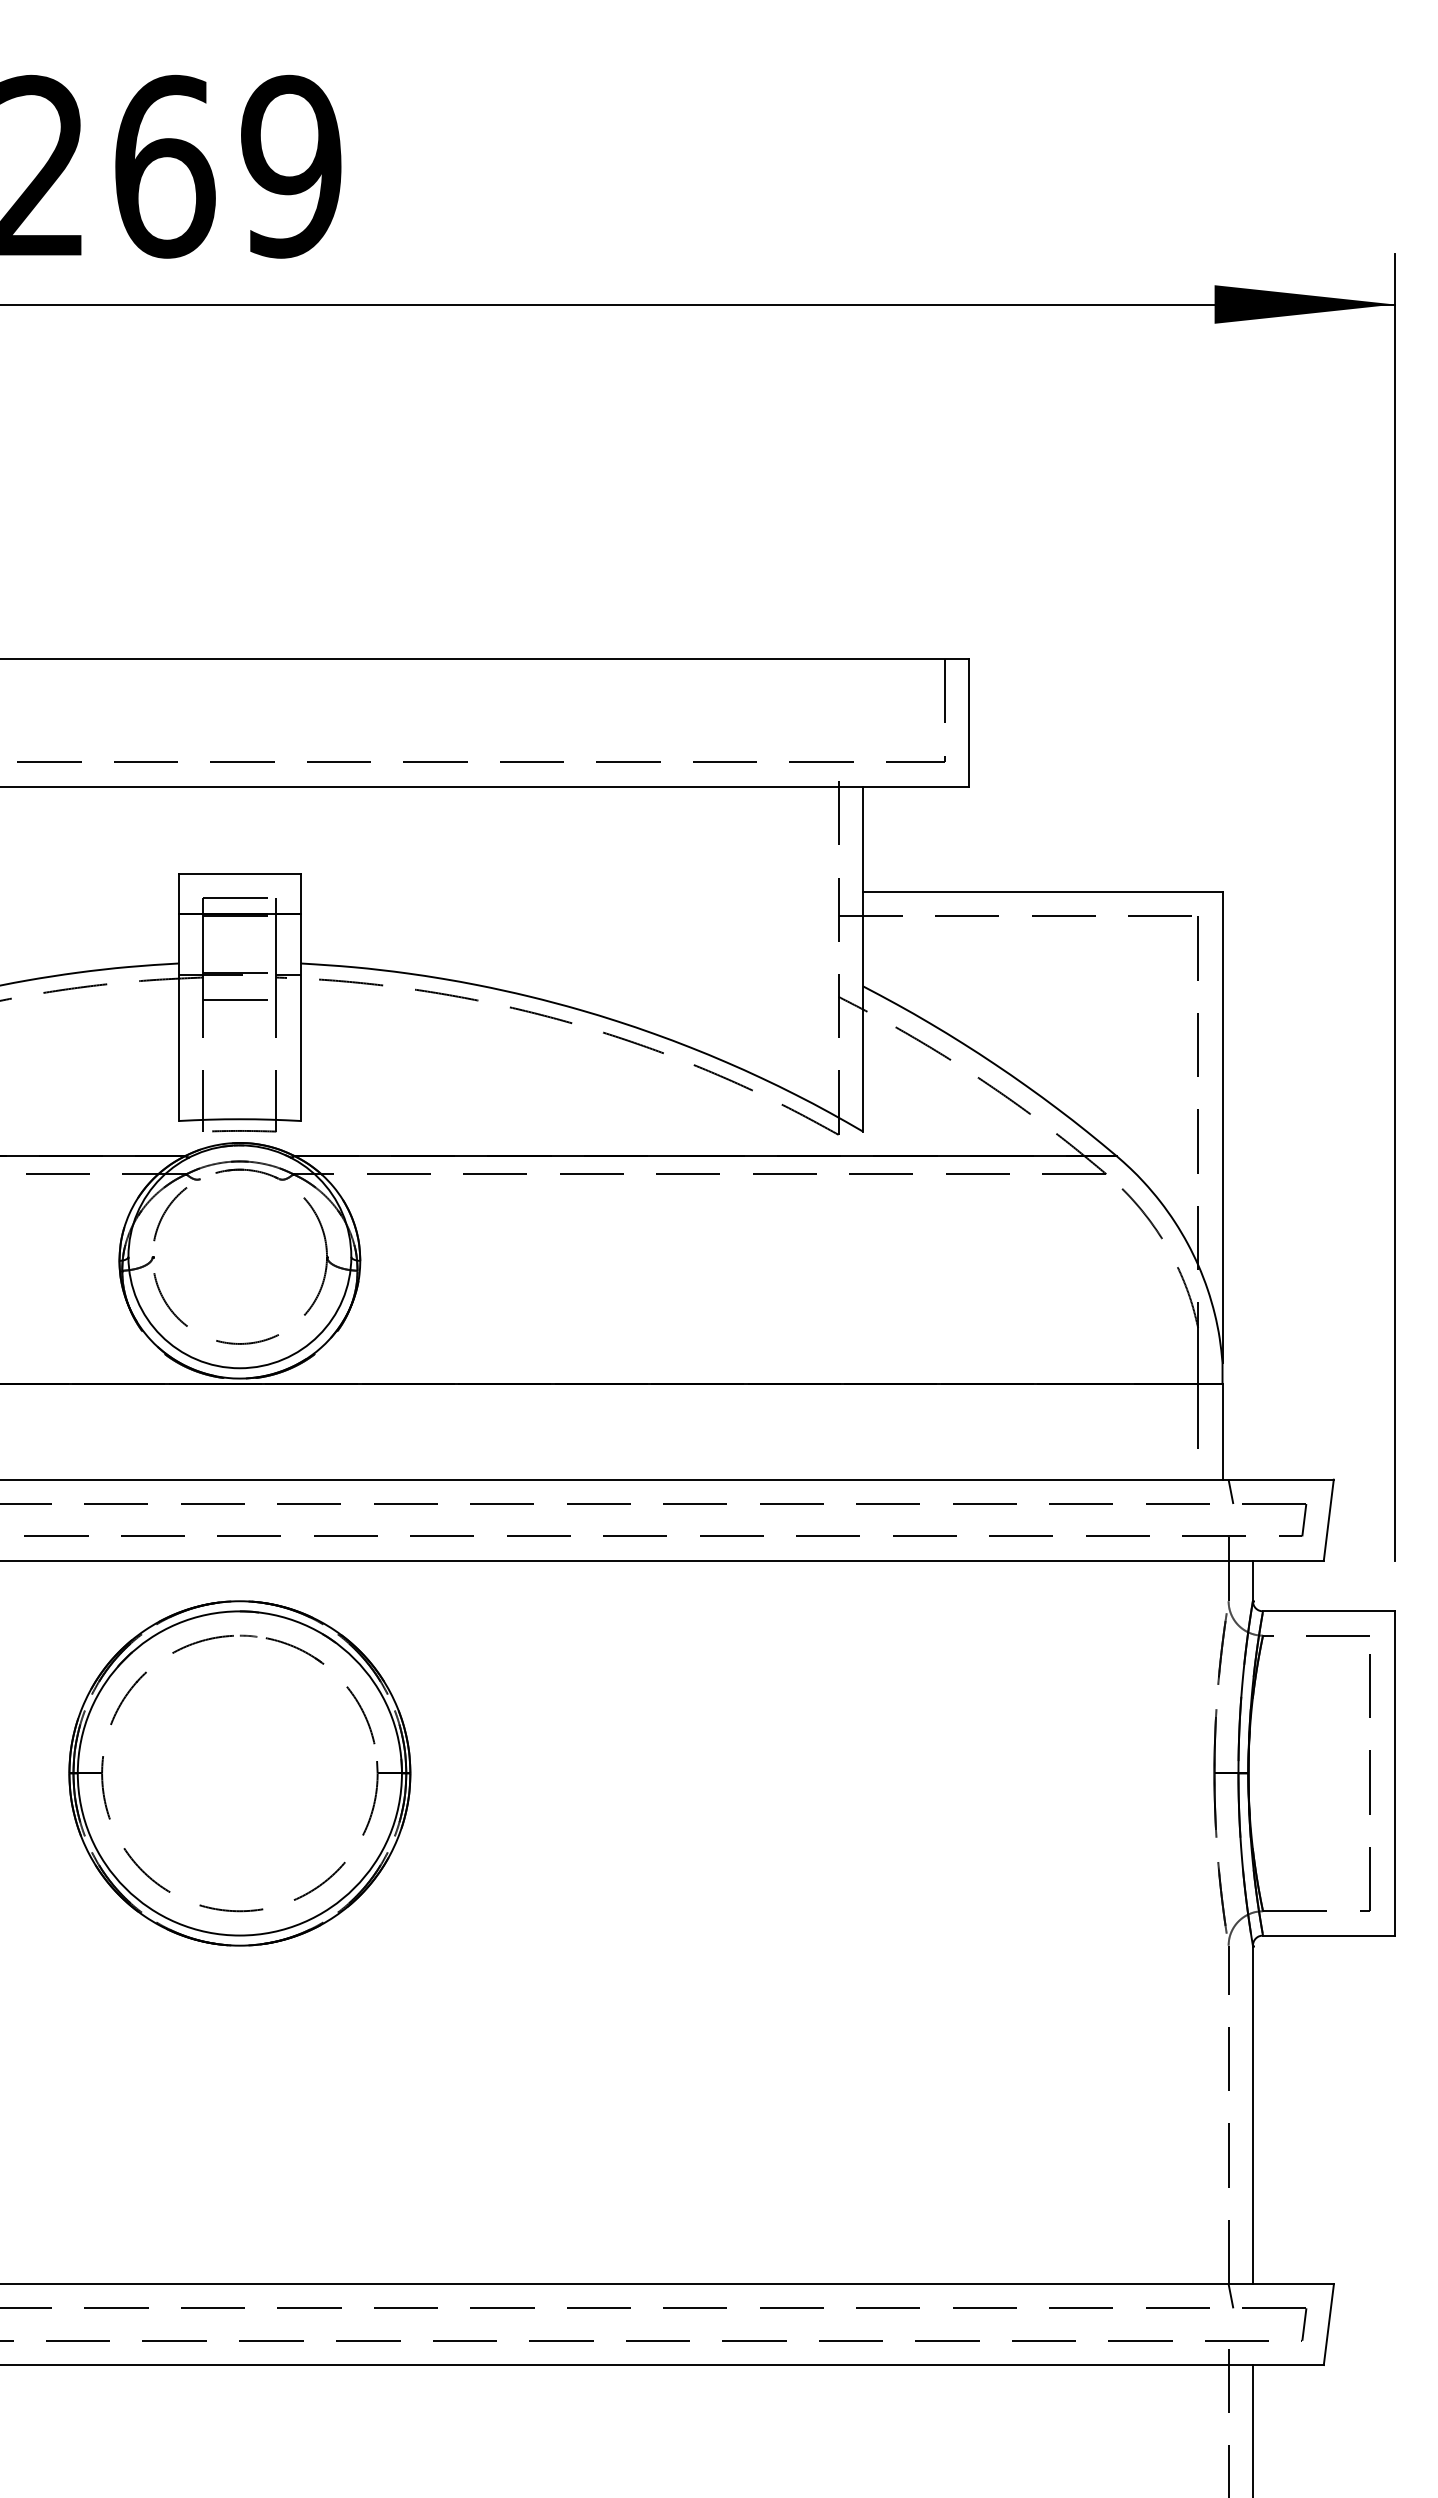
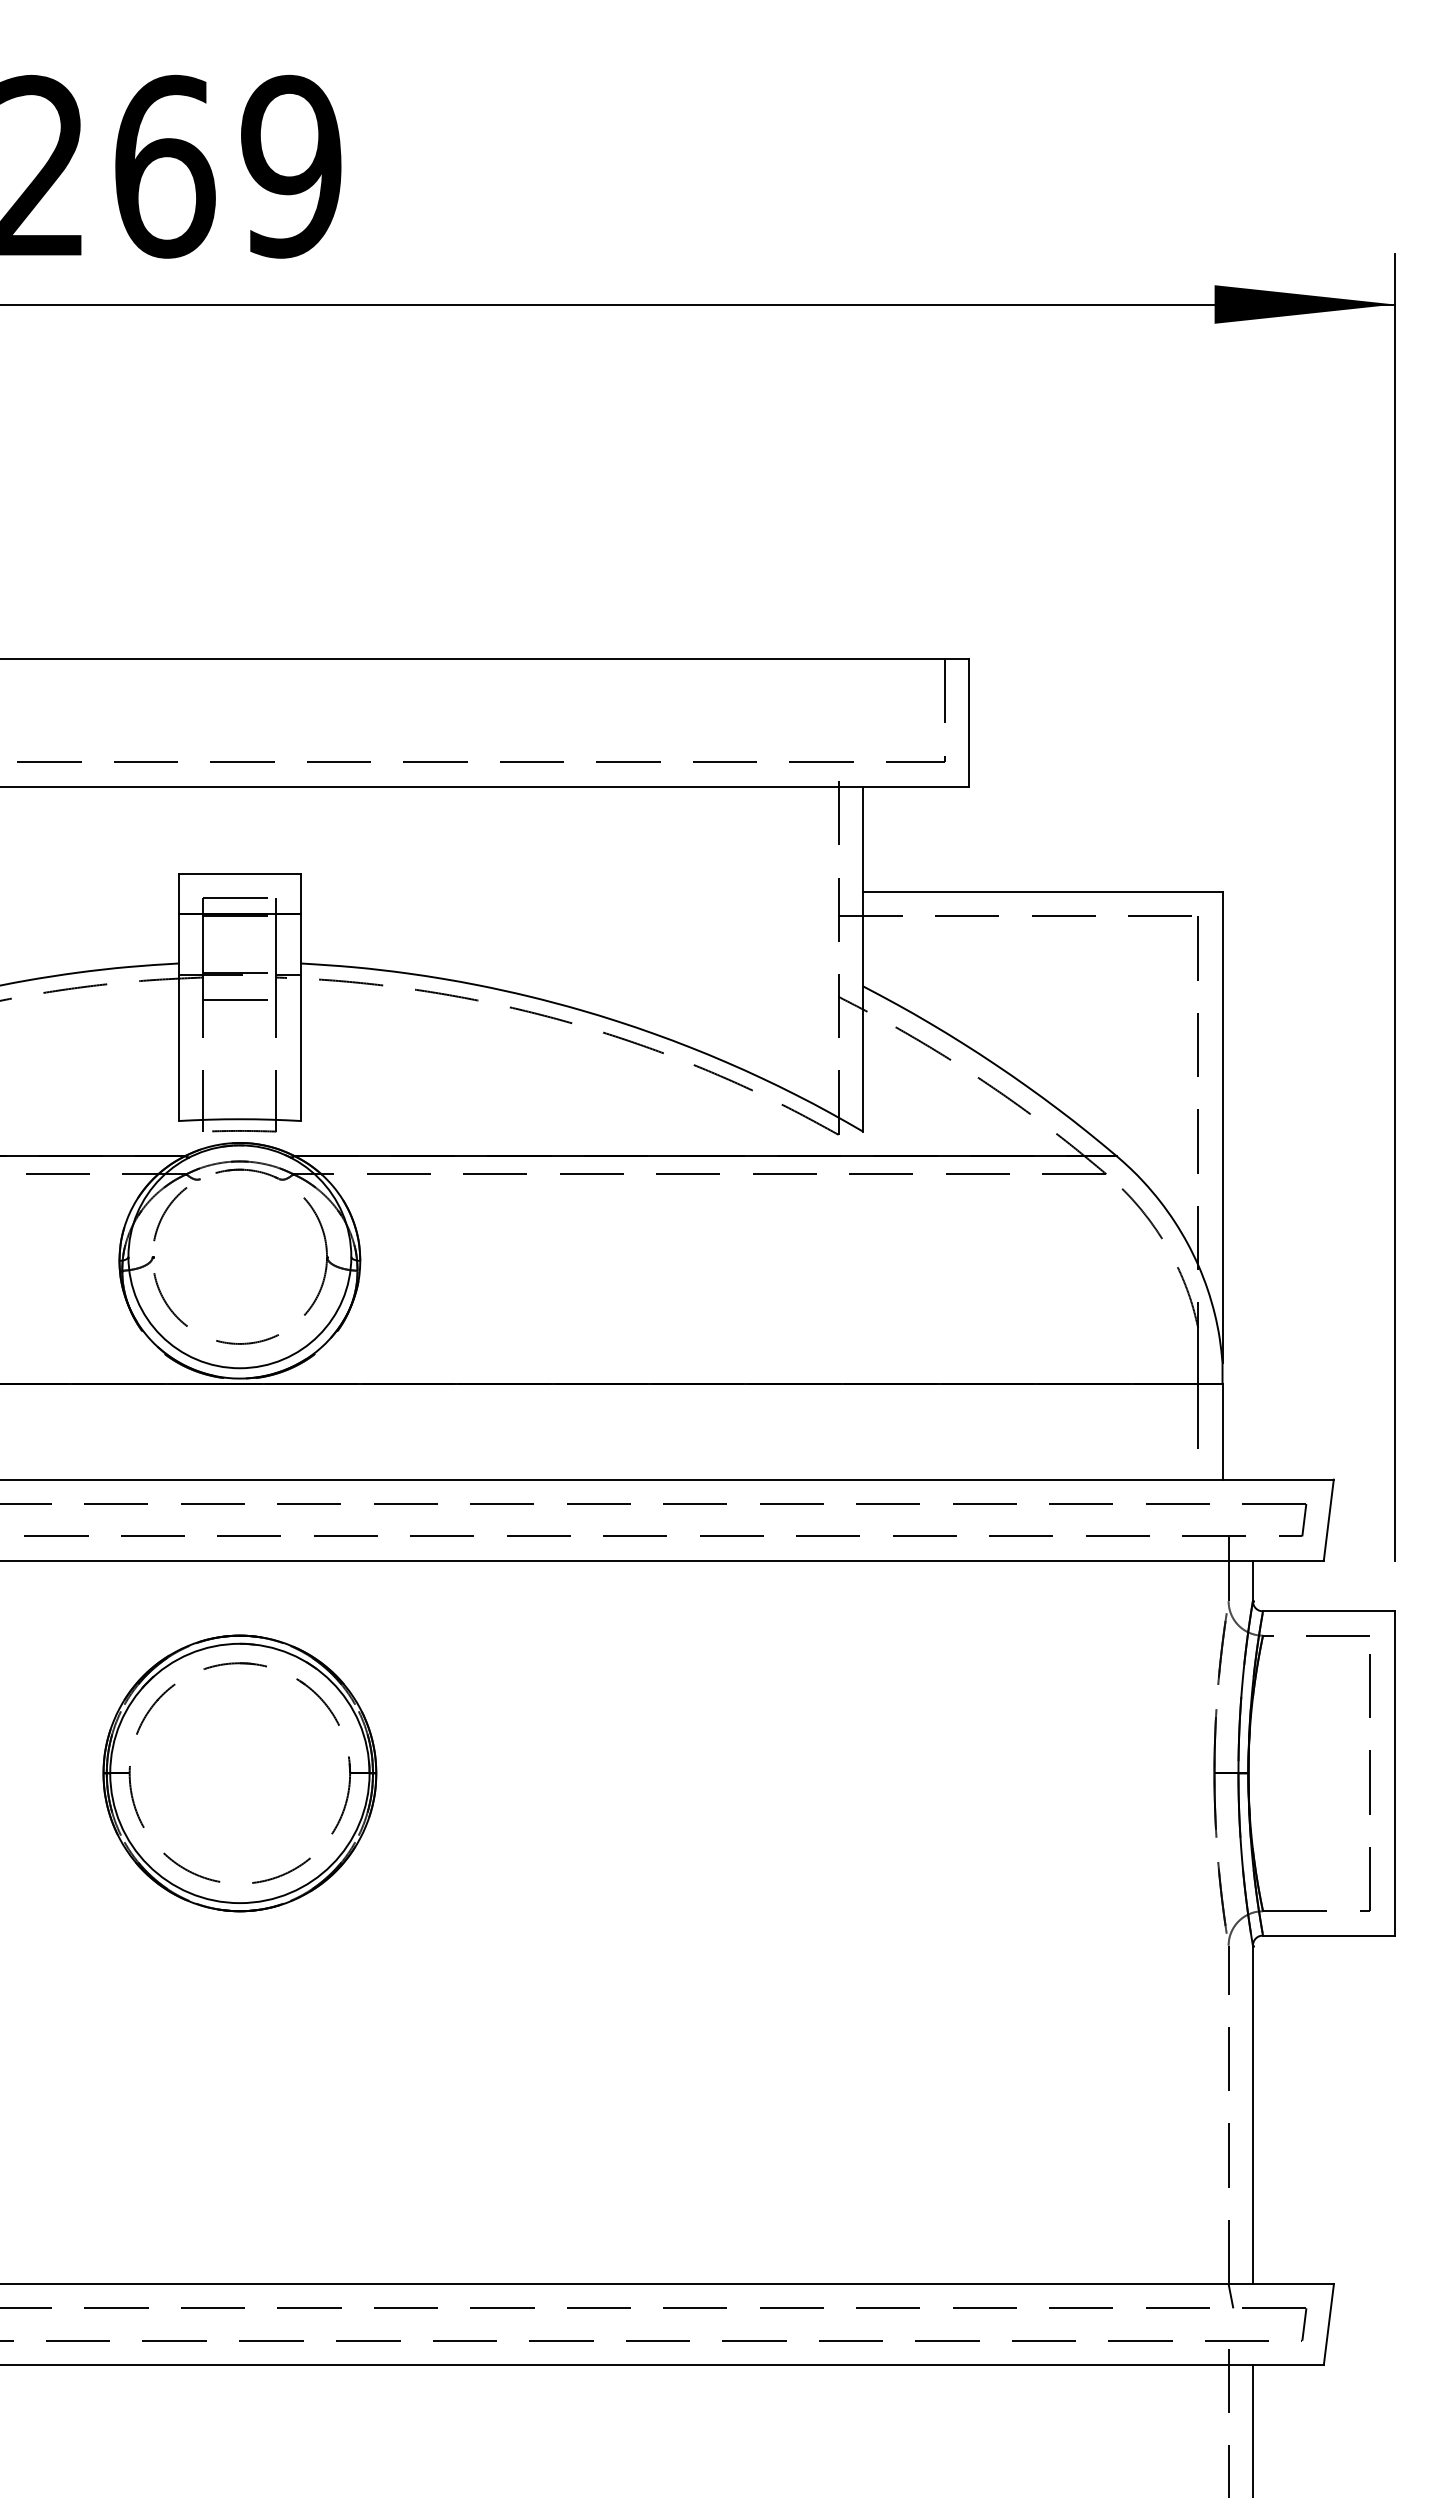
line at (1230, 1491): present -> none
part at (239, 1773) size: 344x347 px -> 276x279 px
